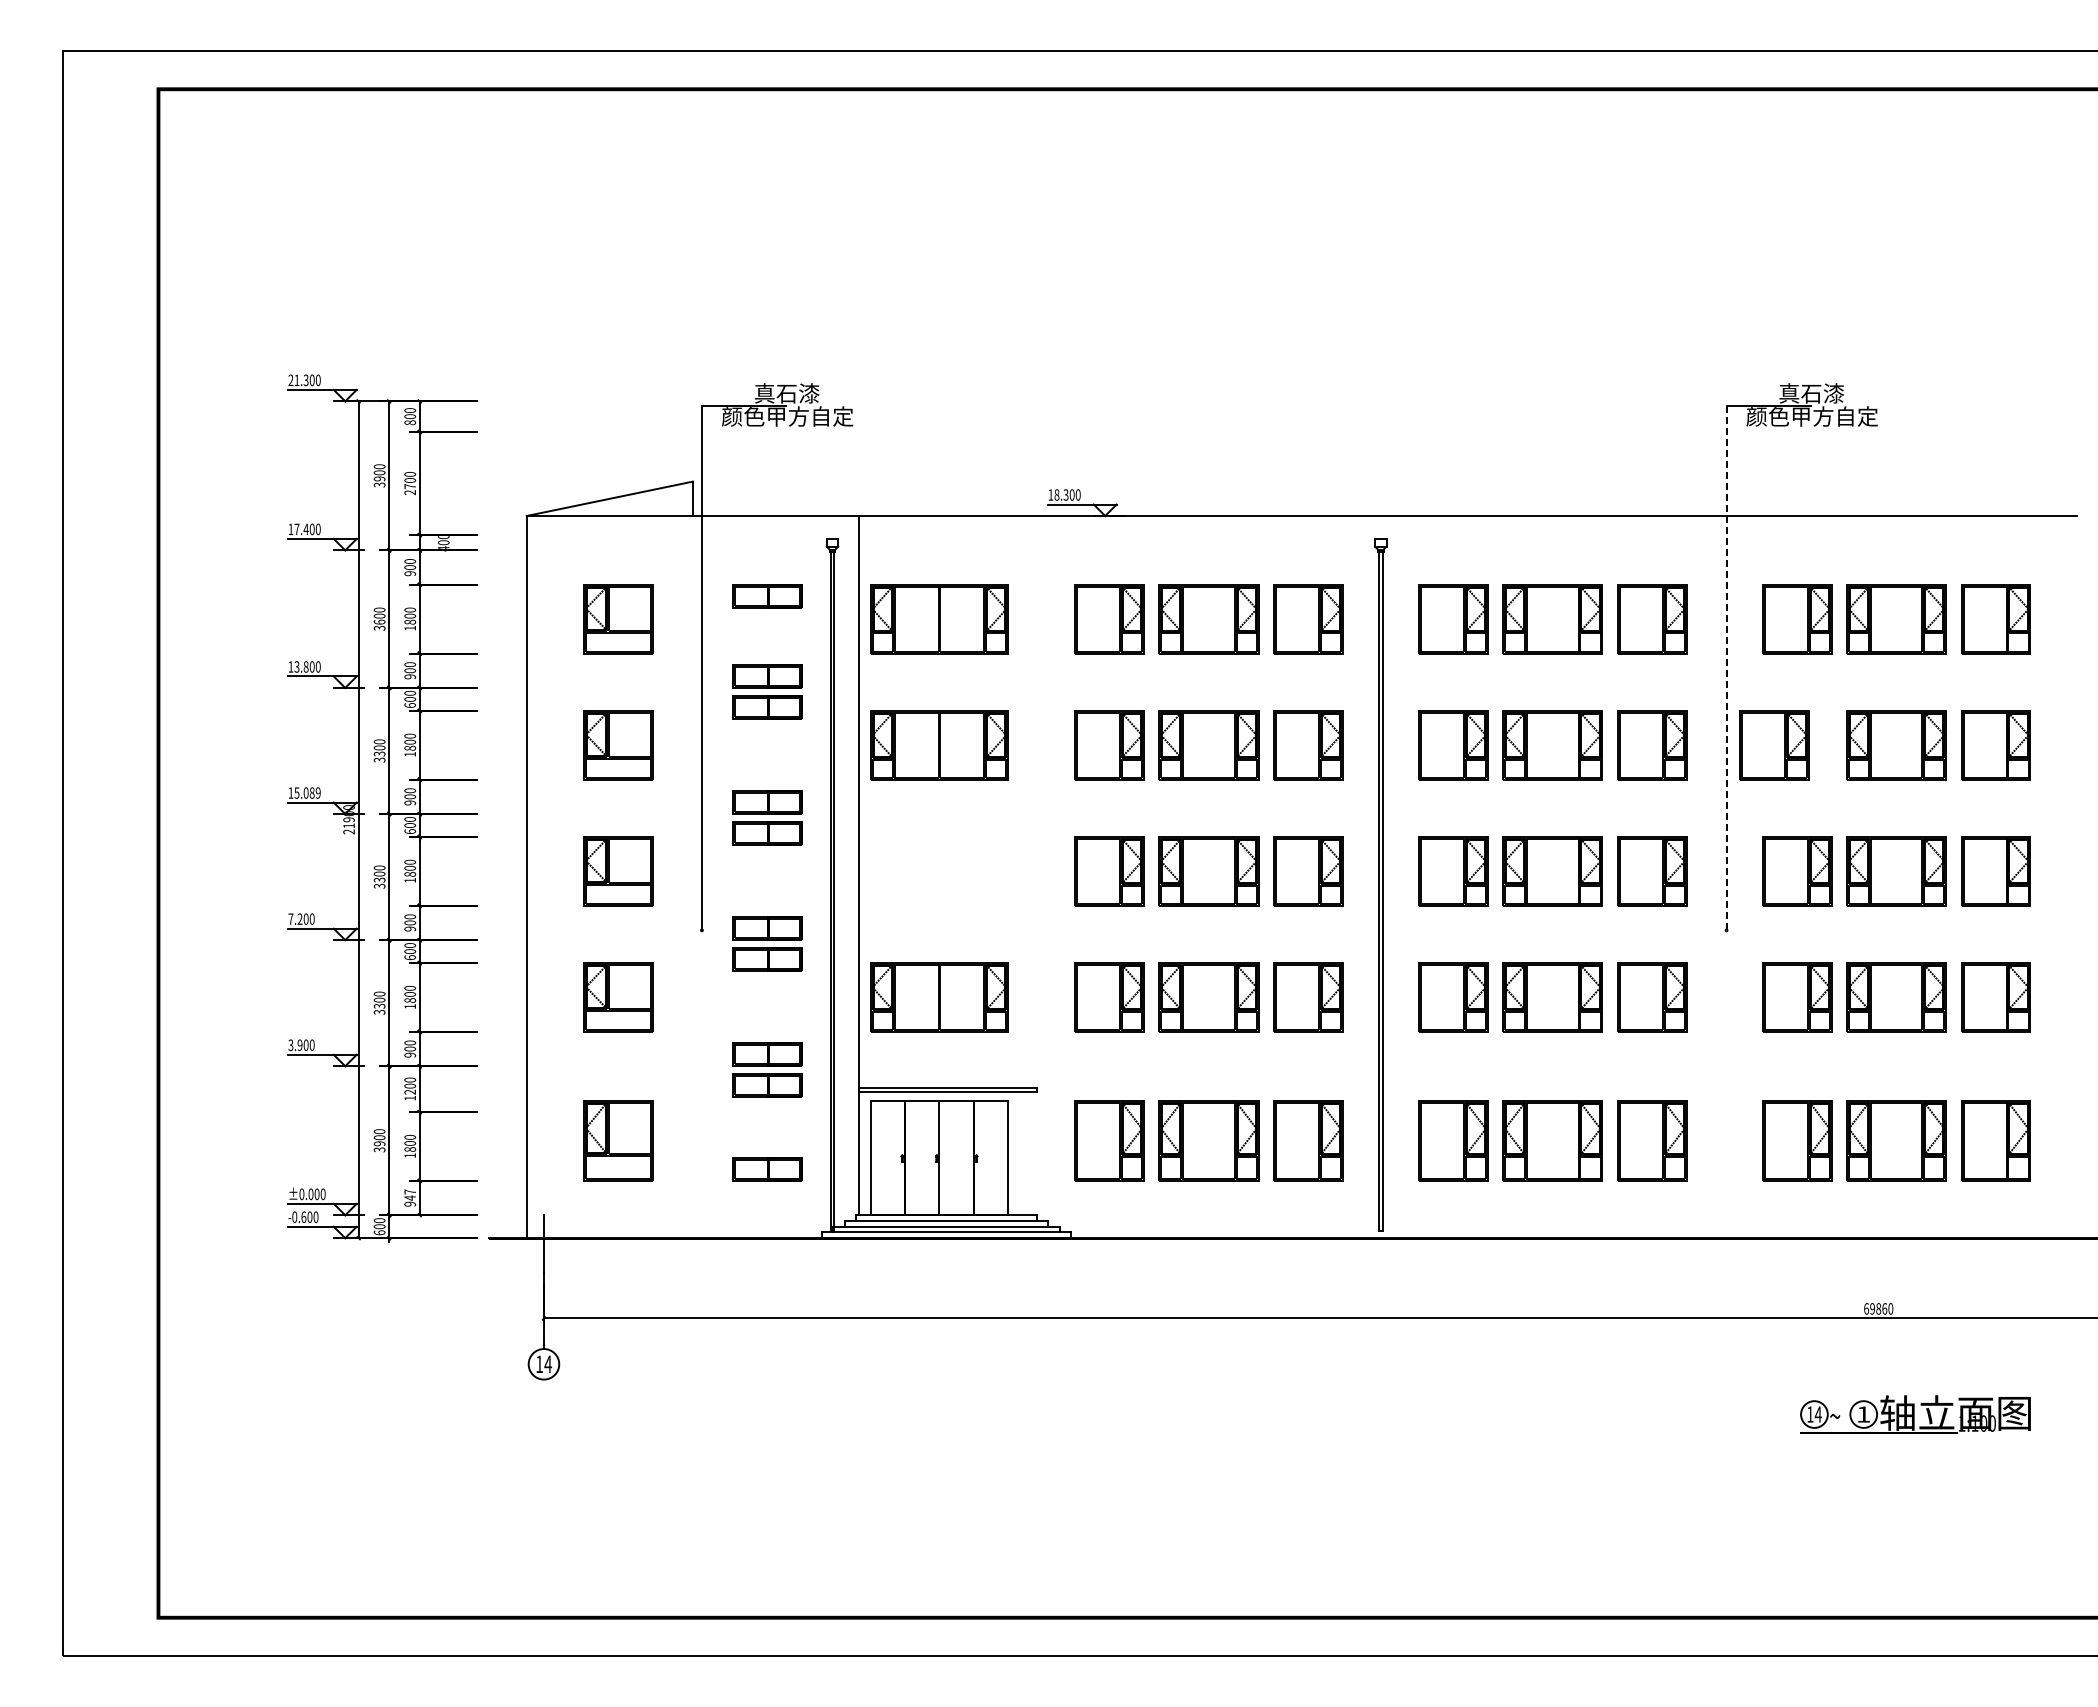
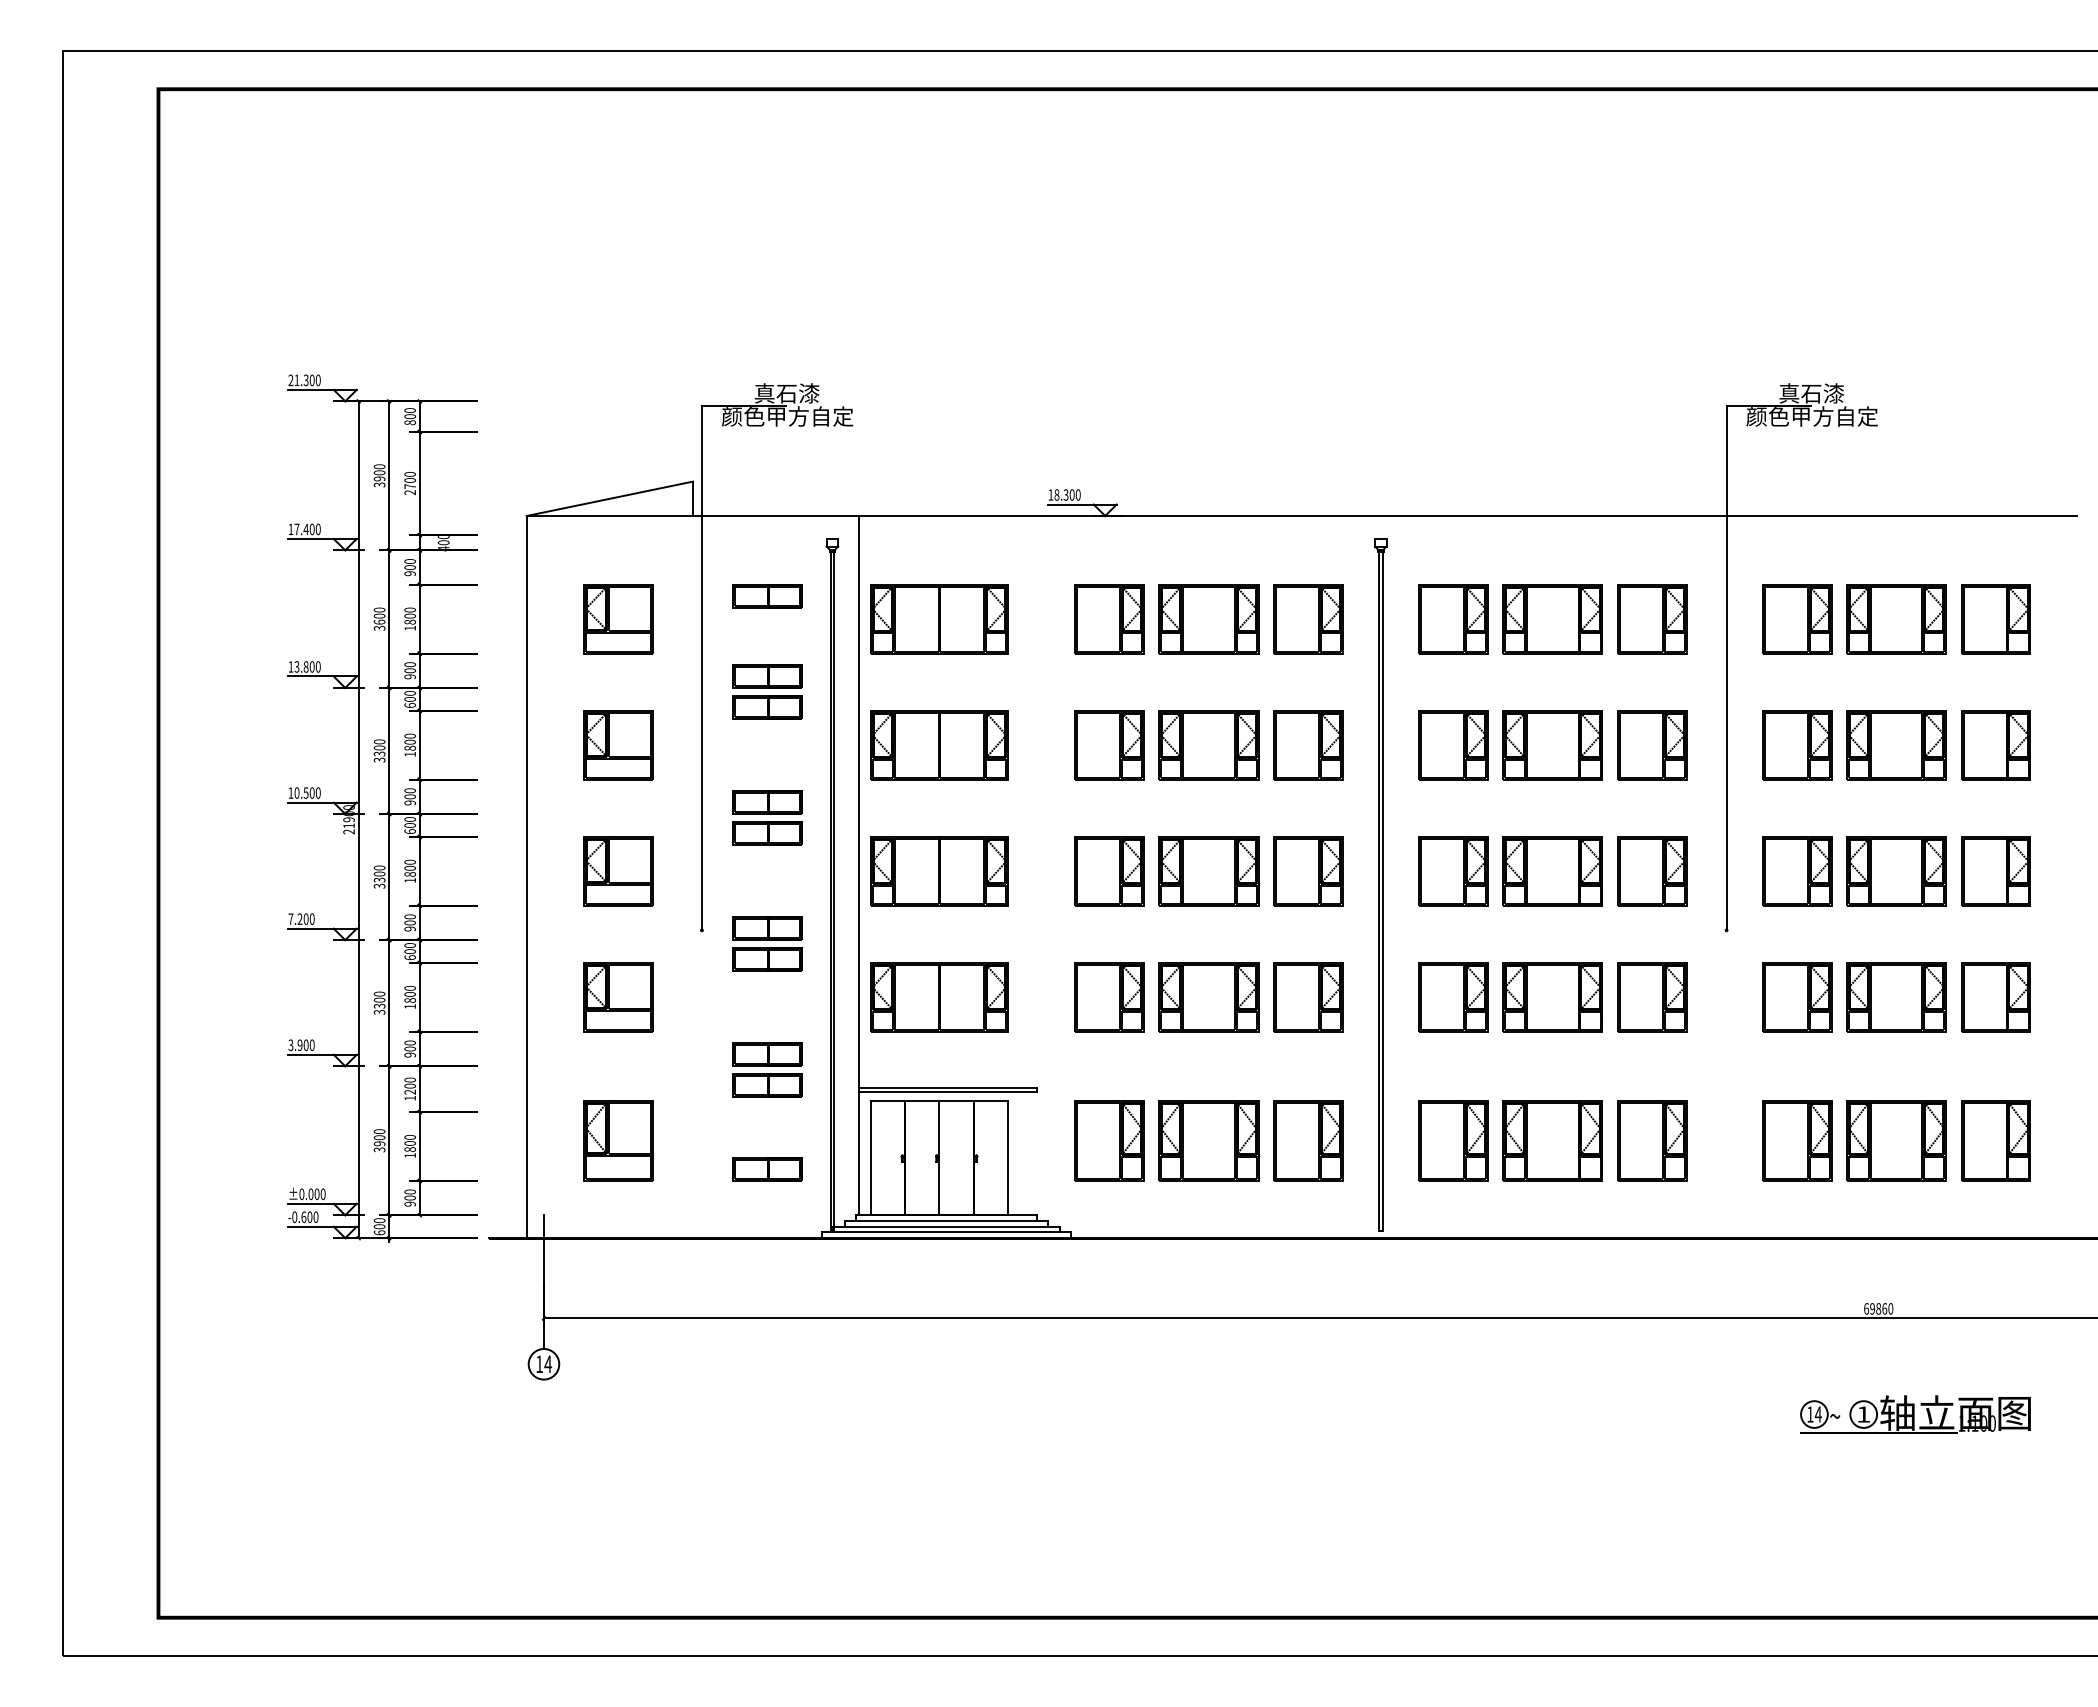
line at (1726, 667): dashed -> solid
part at (1774, 745) position: (1774, 745) -> (1797, 745)
text at (307, 792): 15.089 -> 10.500
part at (939, 871): none -> present
text at (409, 1194): 947 -> 900
